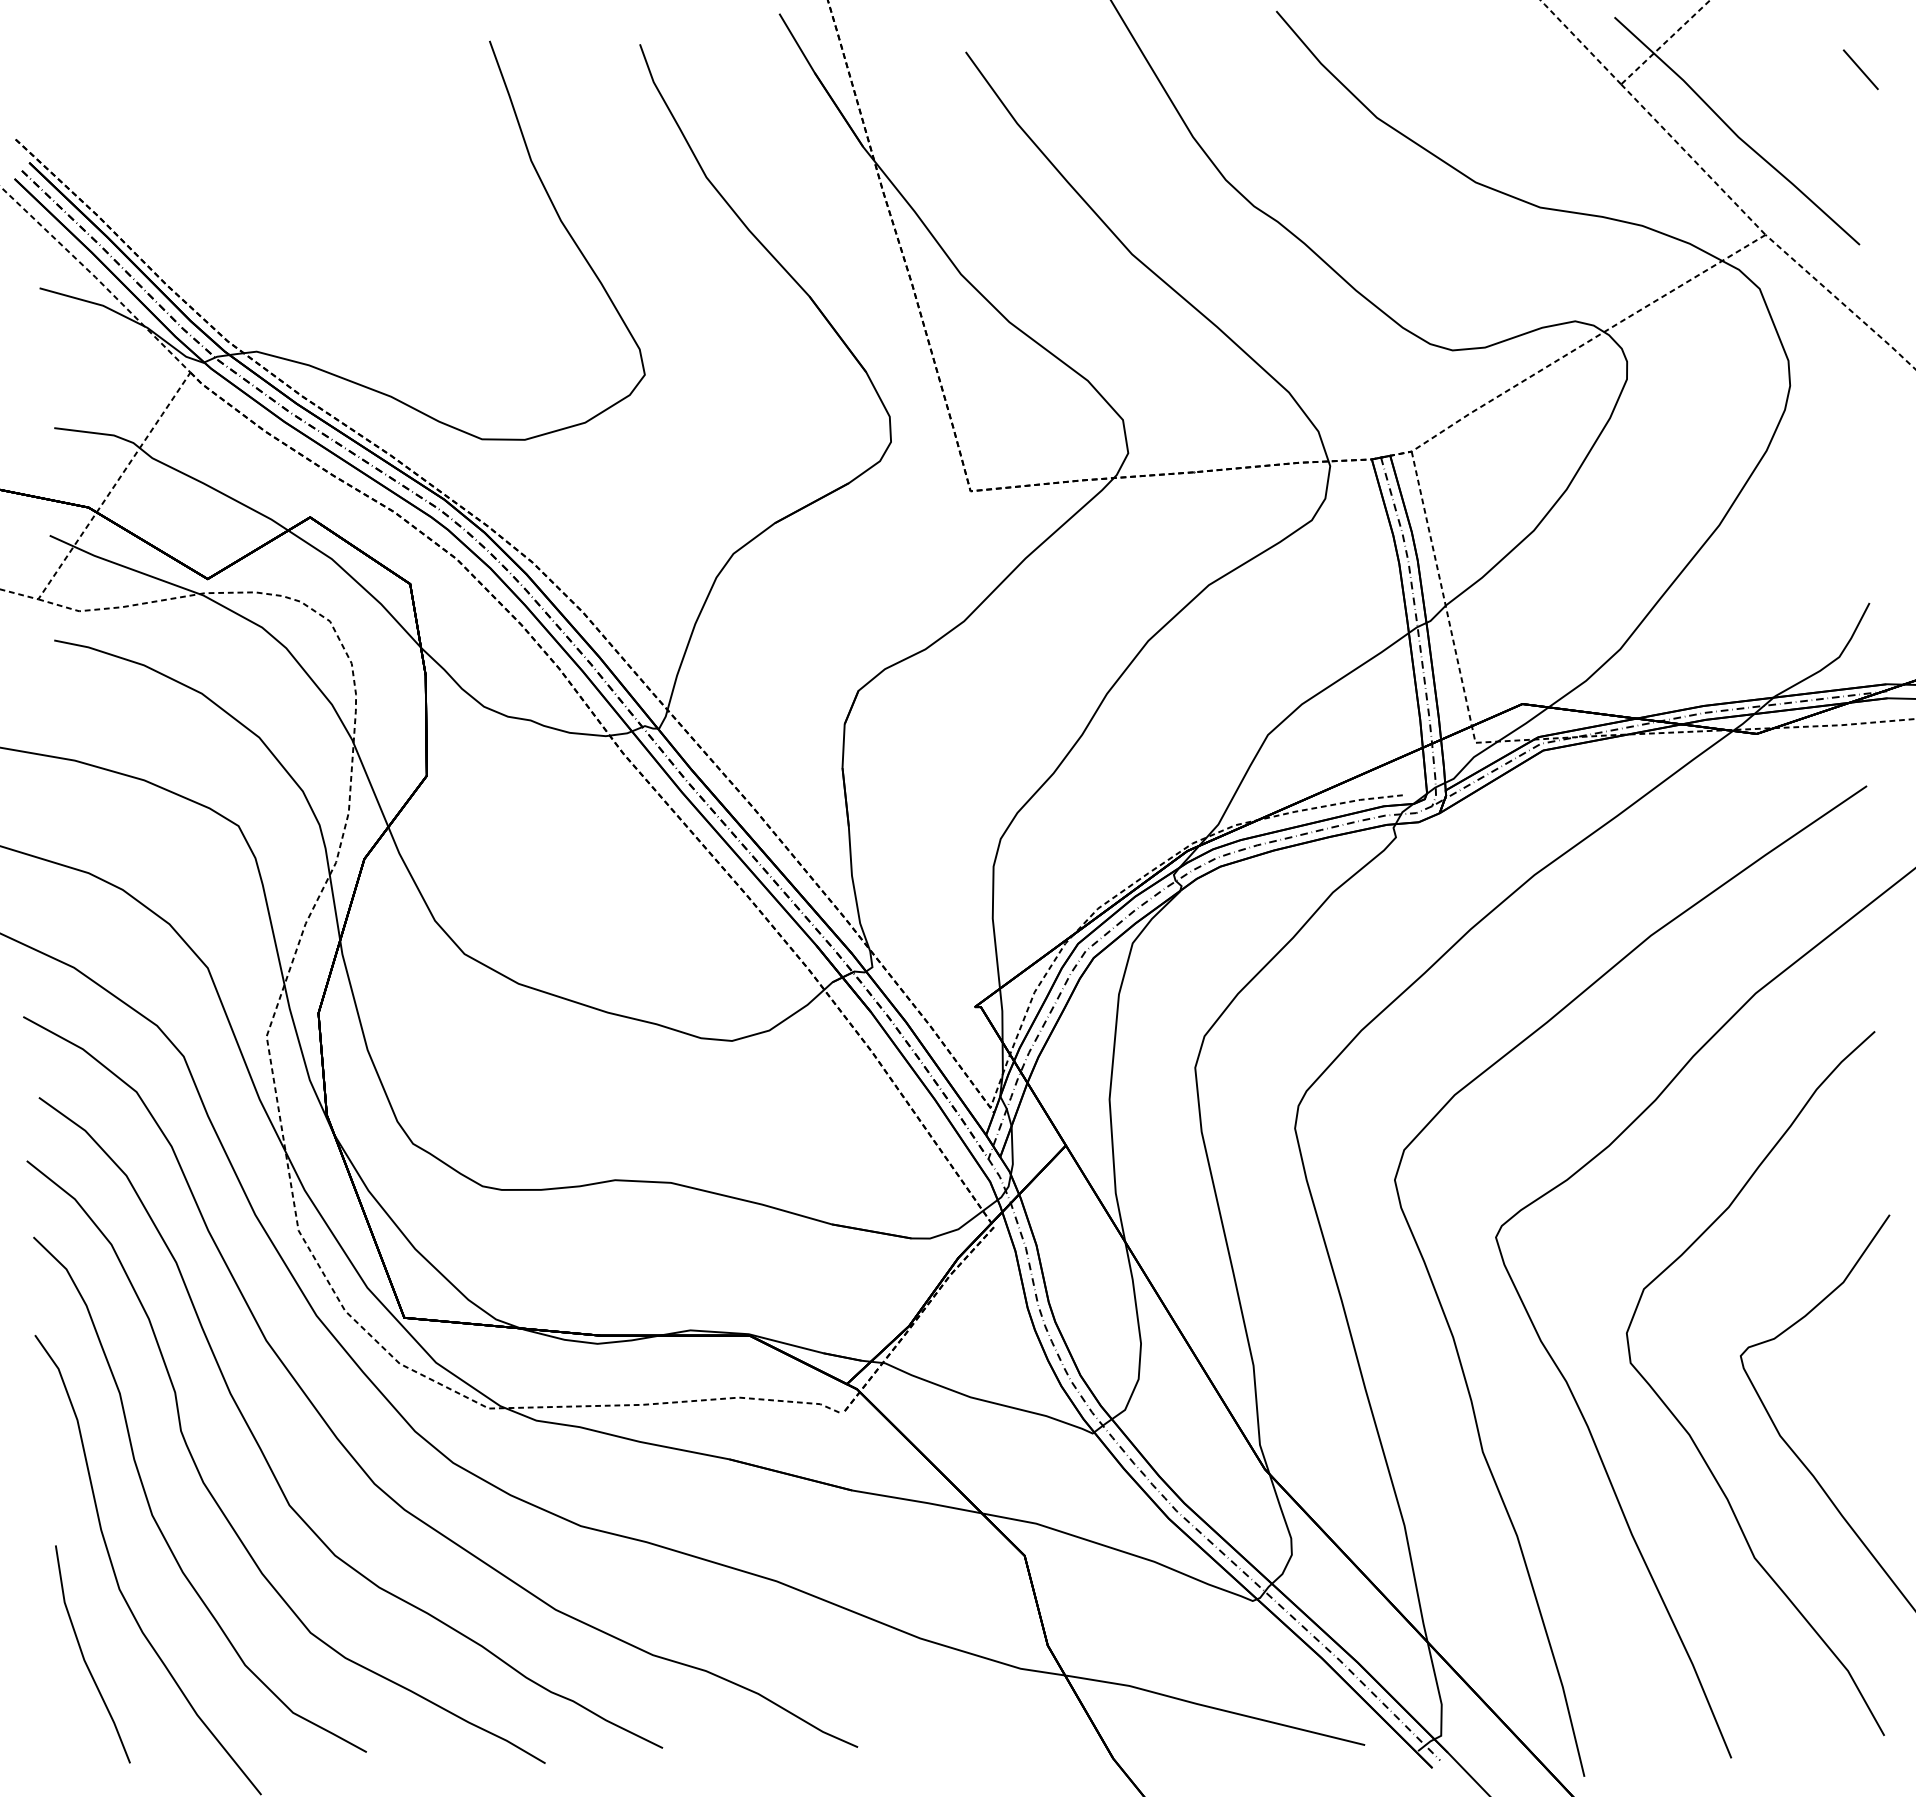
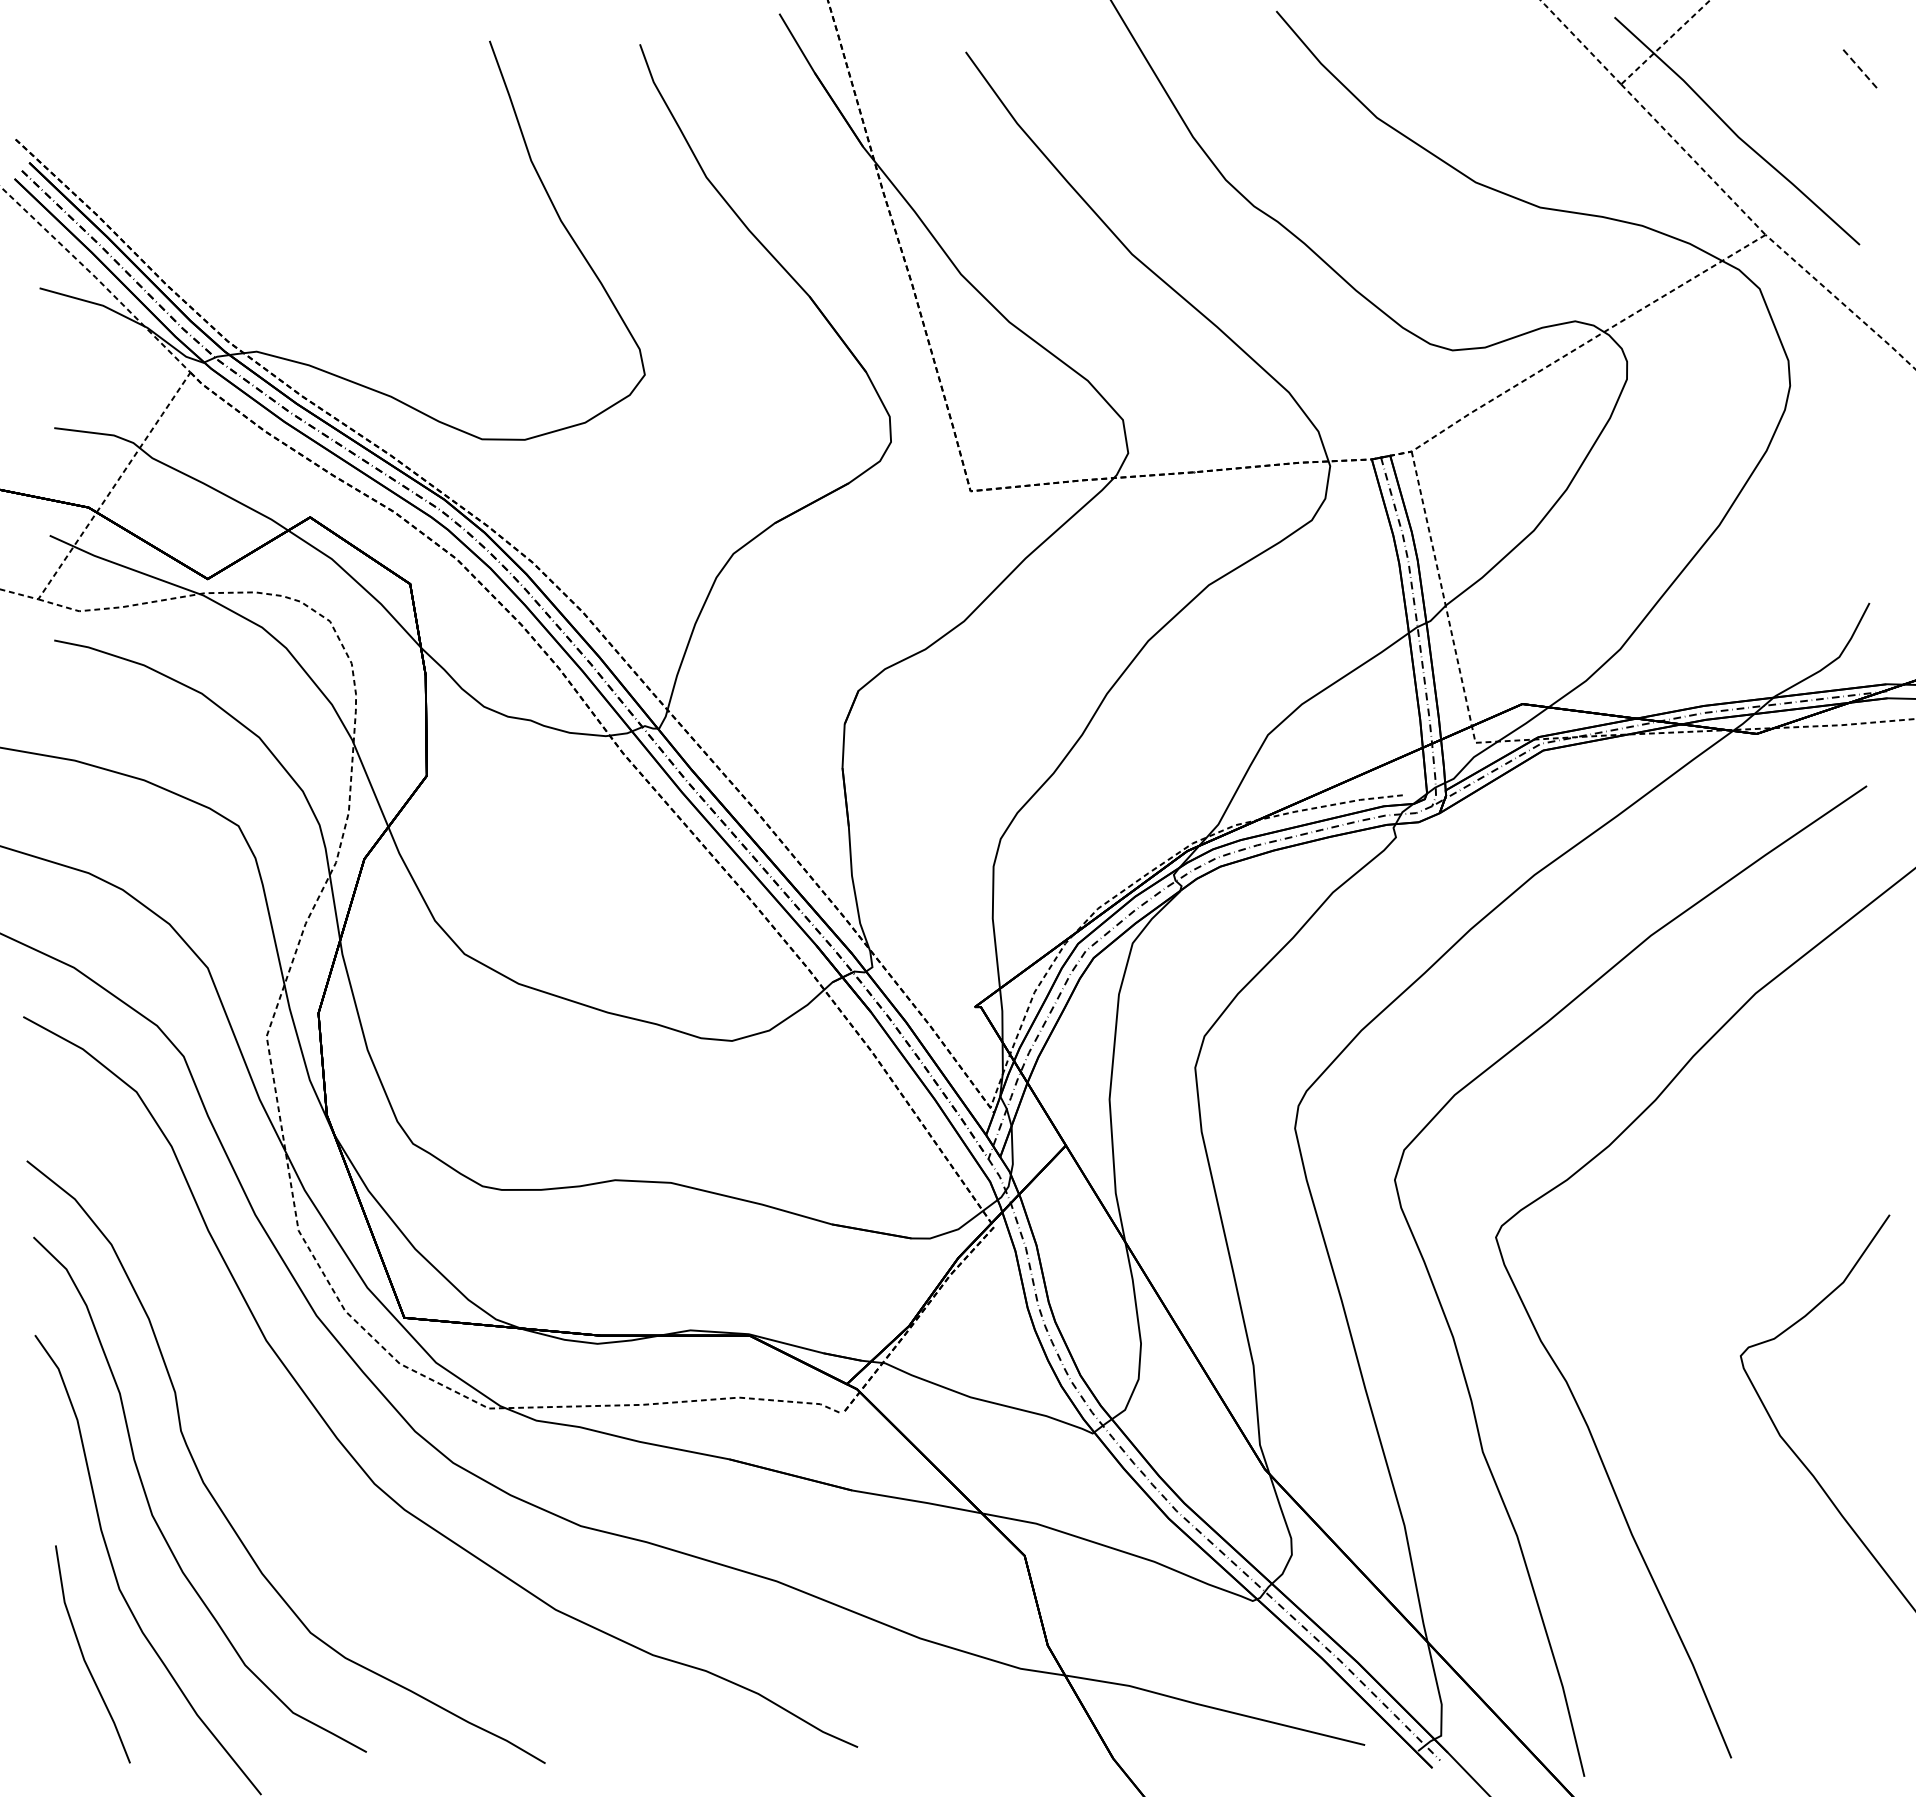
line at (1860, 69): solid -> dashed
curve at (1690, 1434): present -> none
curve at (271, 1467): present -> none
